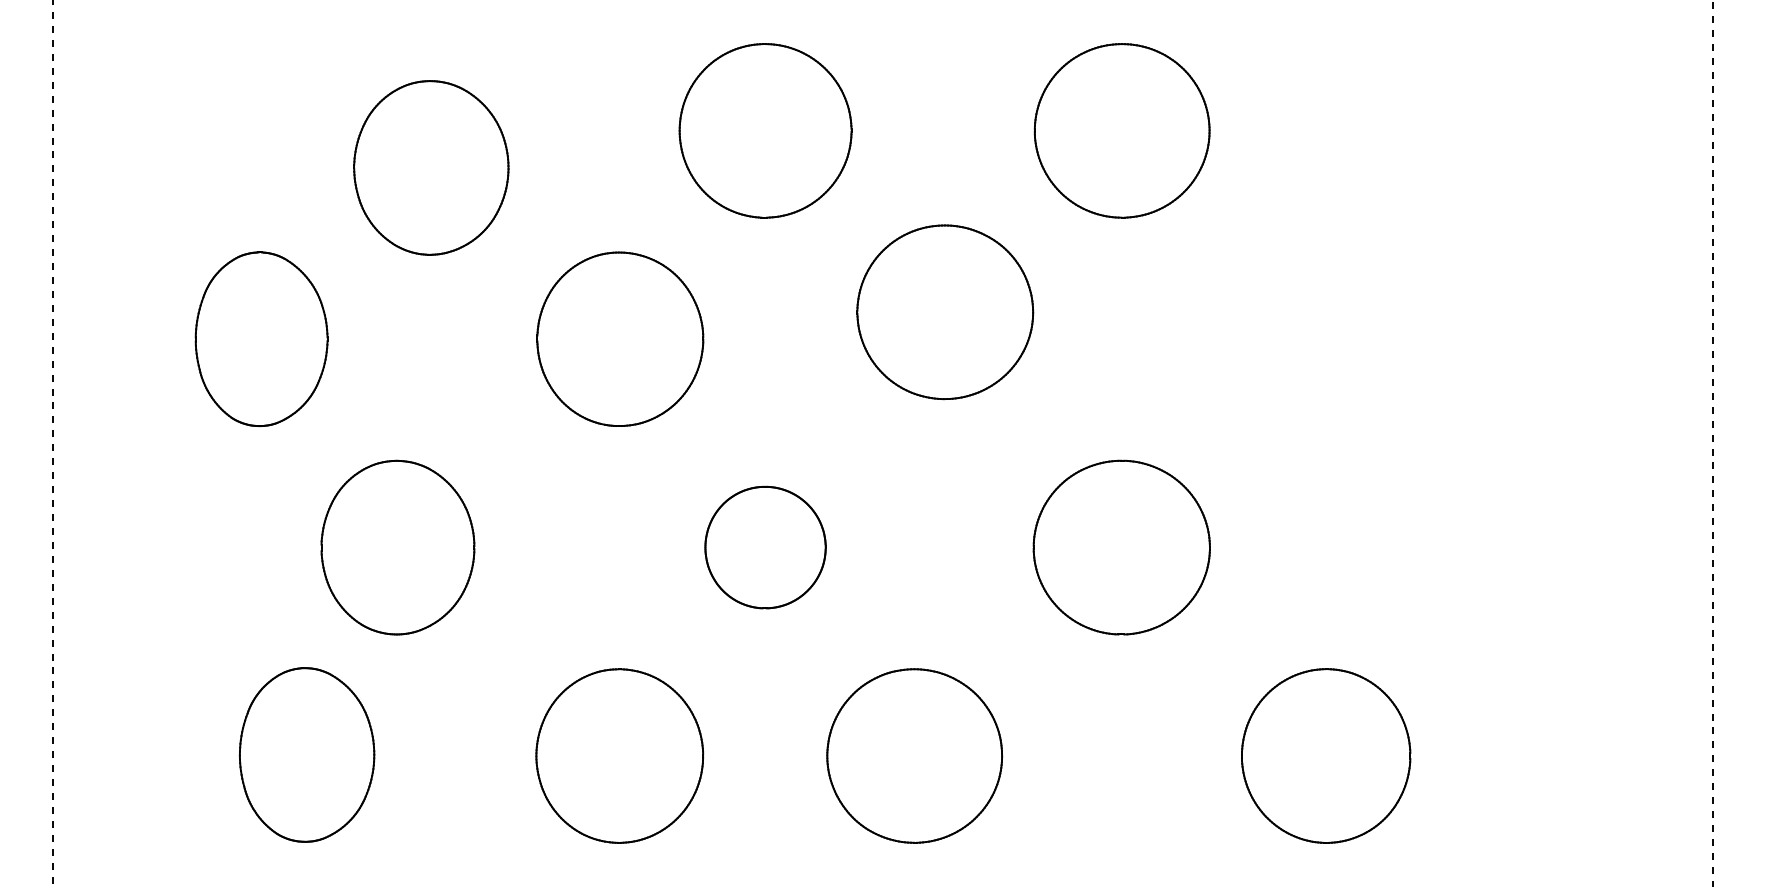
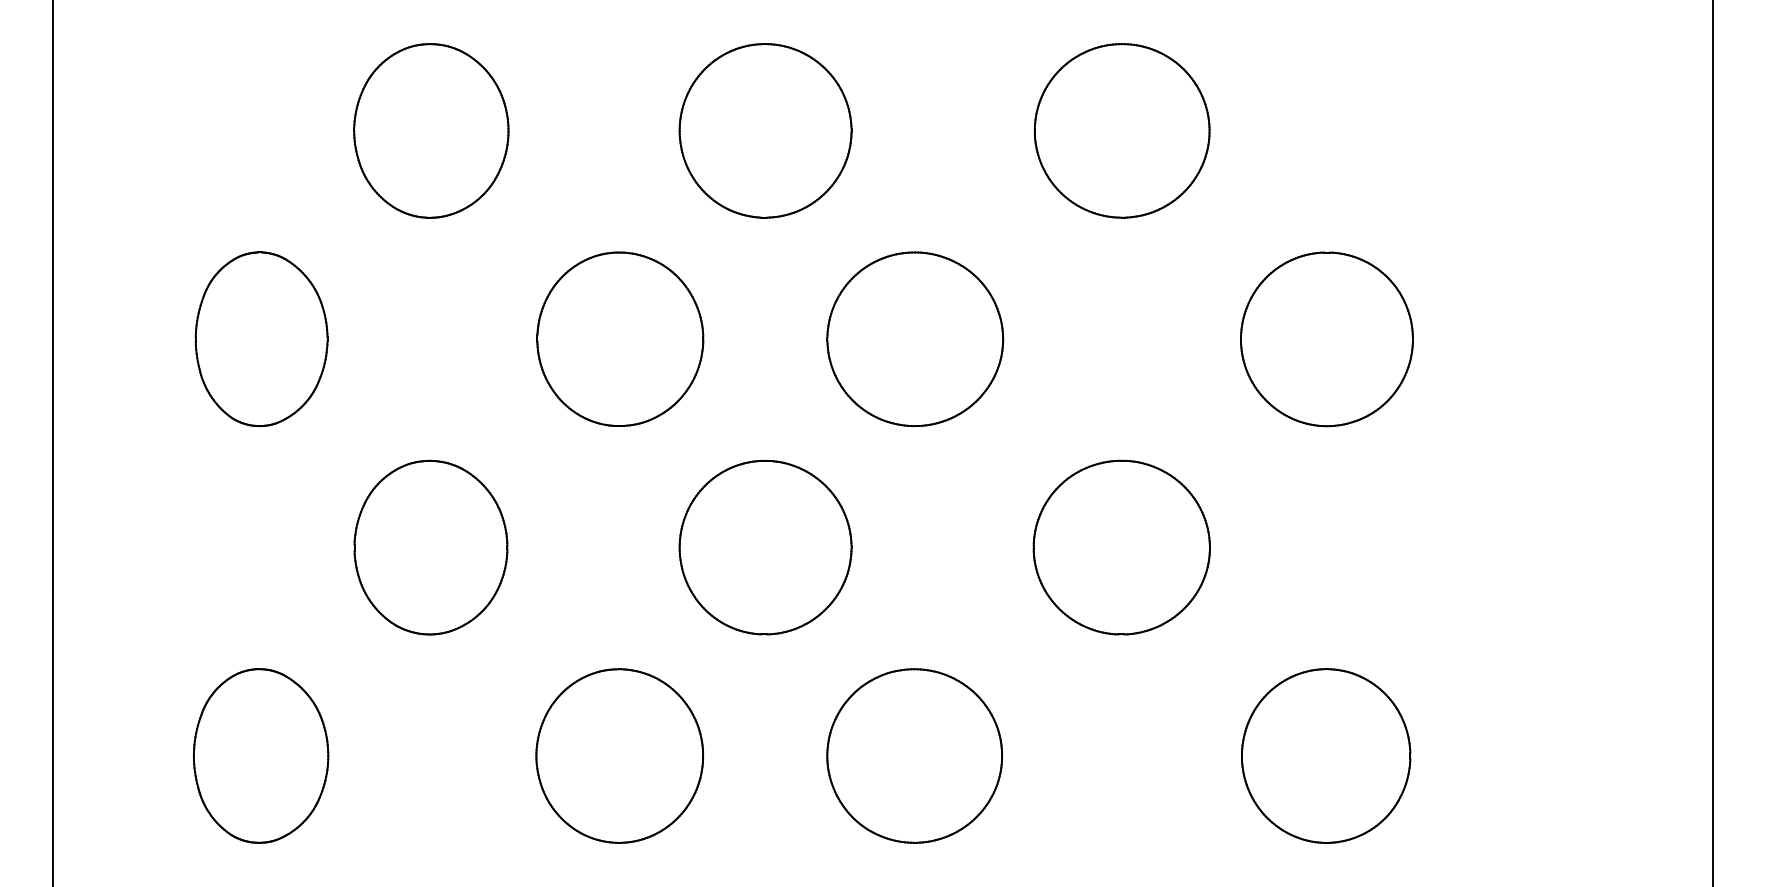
part at (431, 167) position: (431, 167) -> (431, 130)
part at (945, 312) position: (945, 312) -> (915, 339)
part at (1326, 339): none -> present
line at (52, 443): dashed -> solid
line at (1713, 443): dashed -> solid
part at (397, 547) position: (397, 547) -> (430, 547)
part at (765, 547) size: 123x125 px -> 175x177 px
part at (306, 754) position: (306, 754) -> (260, 755)
